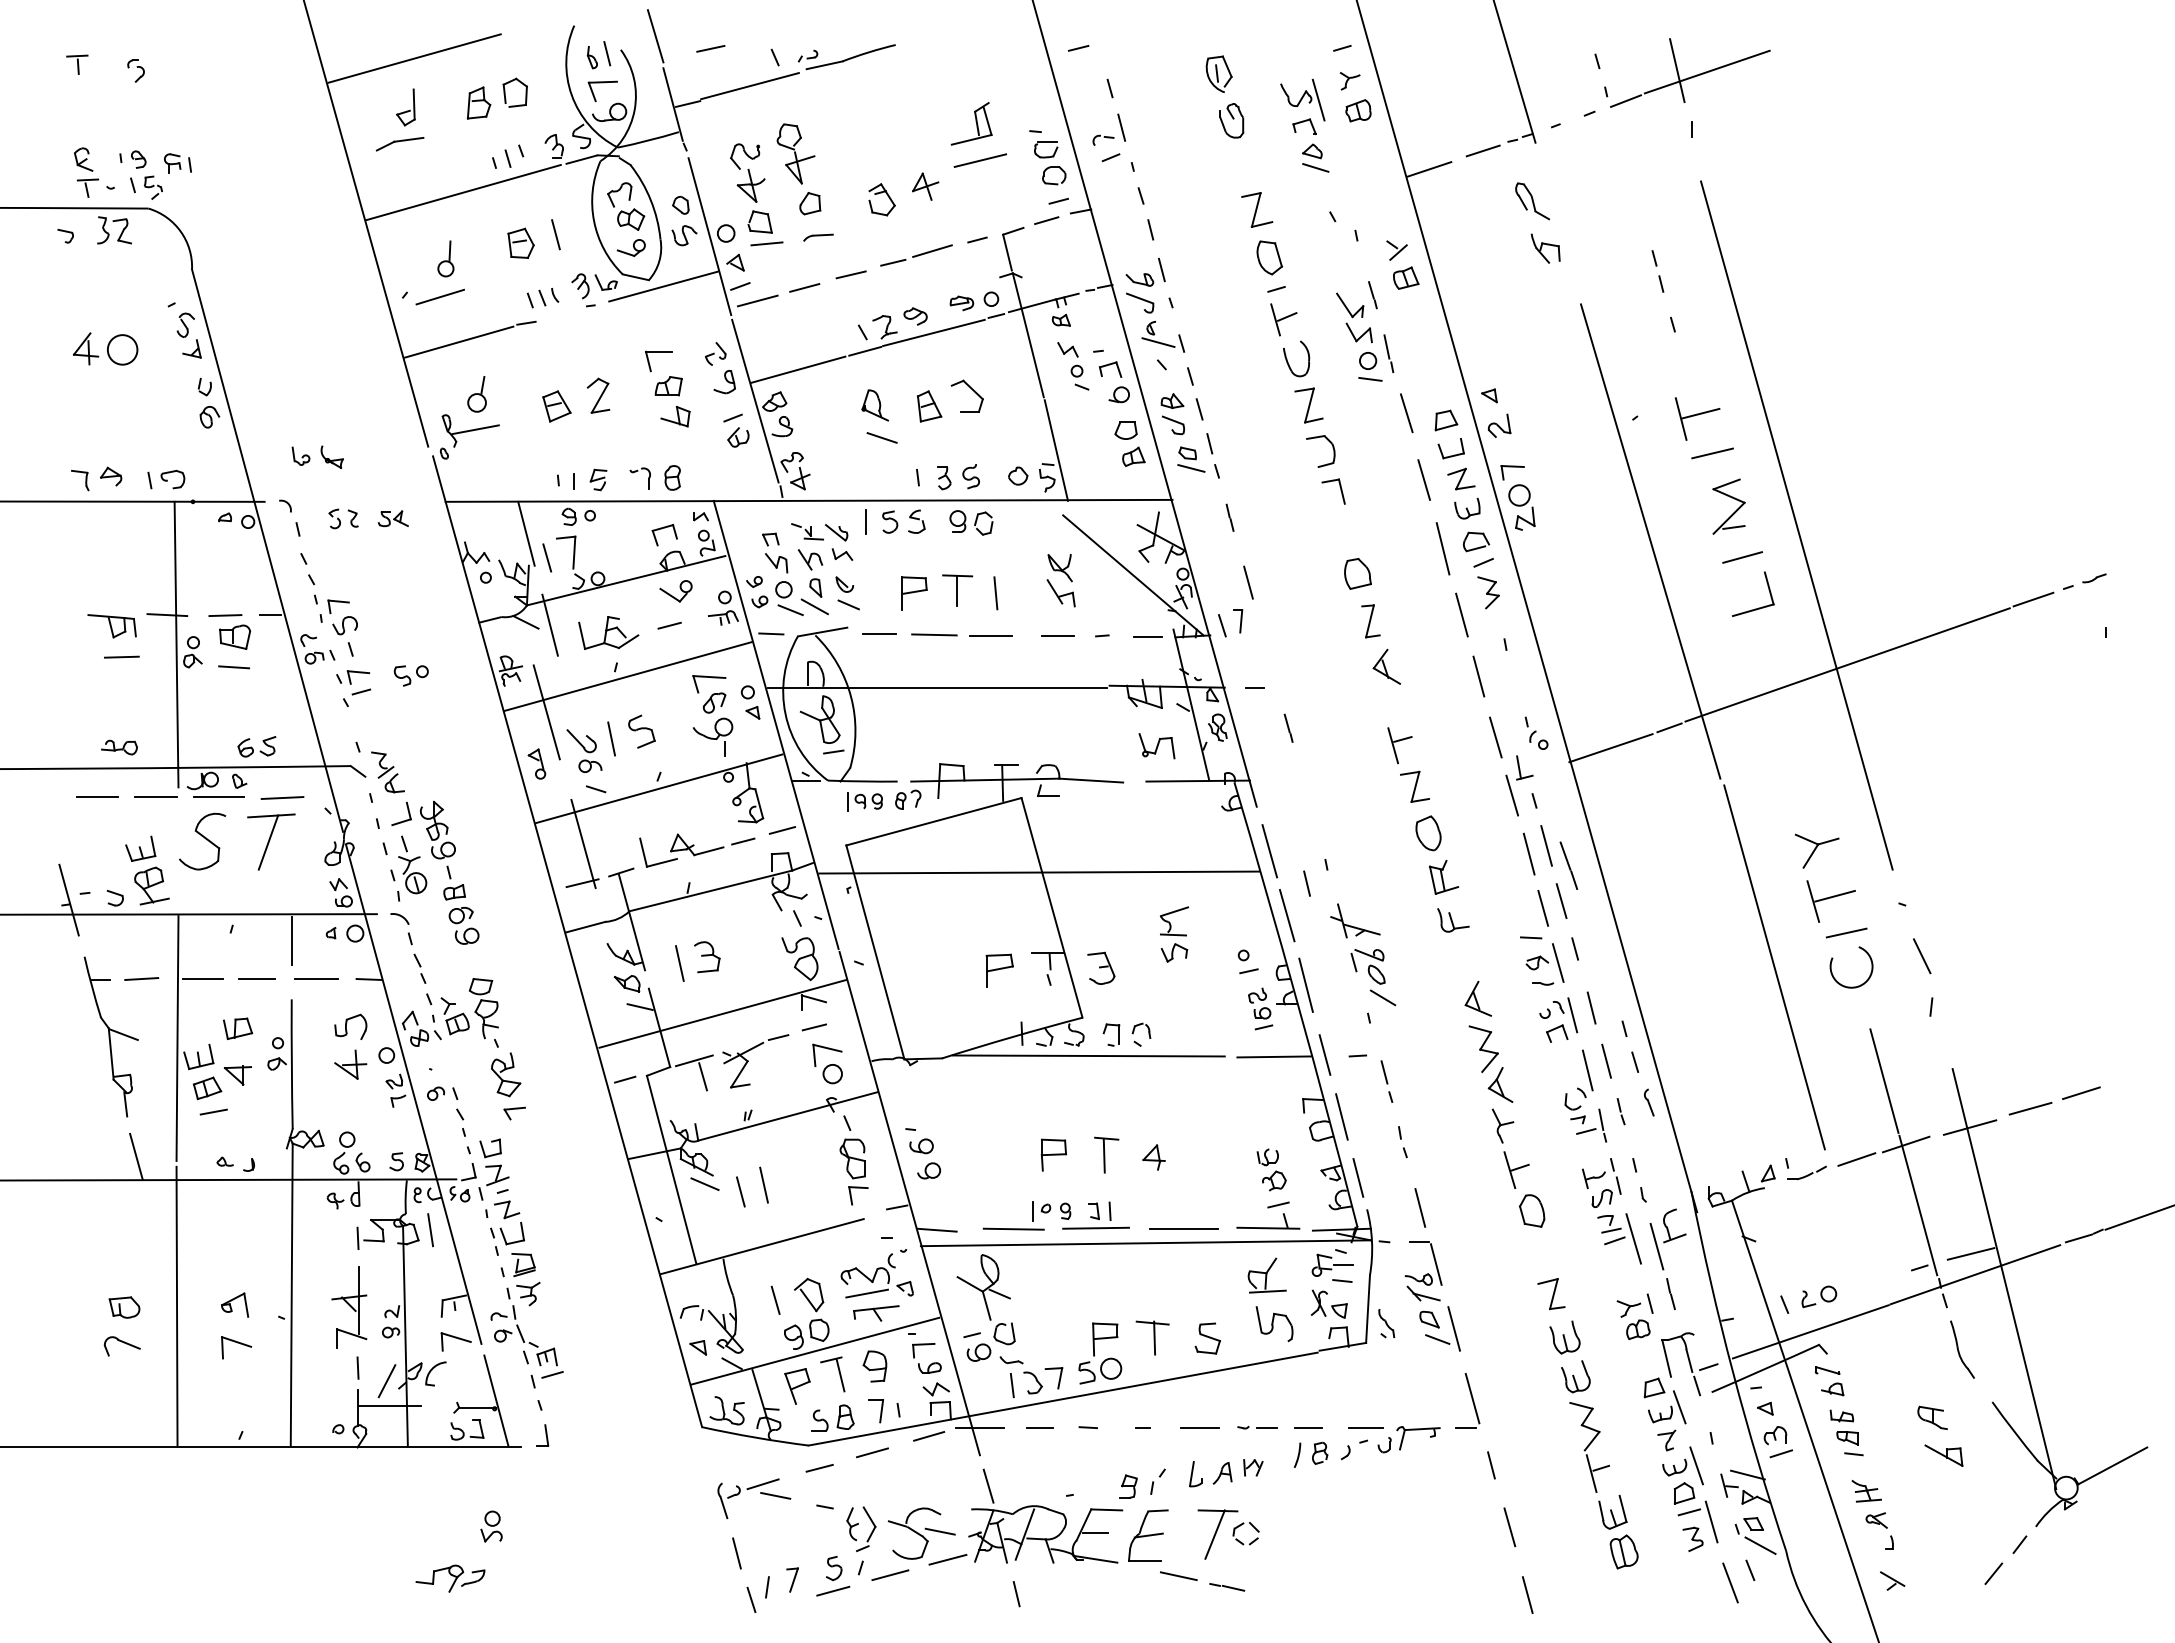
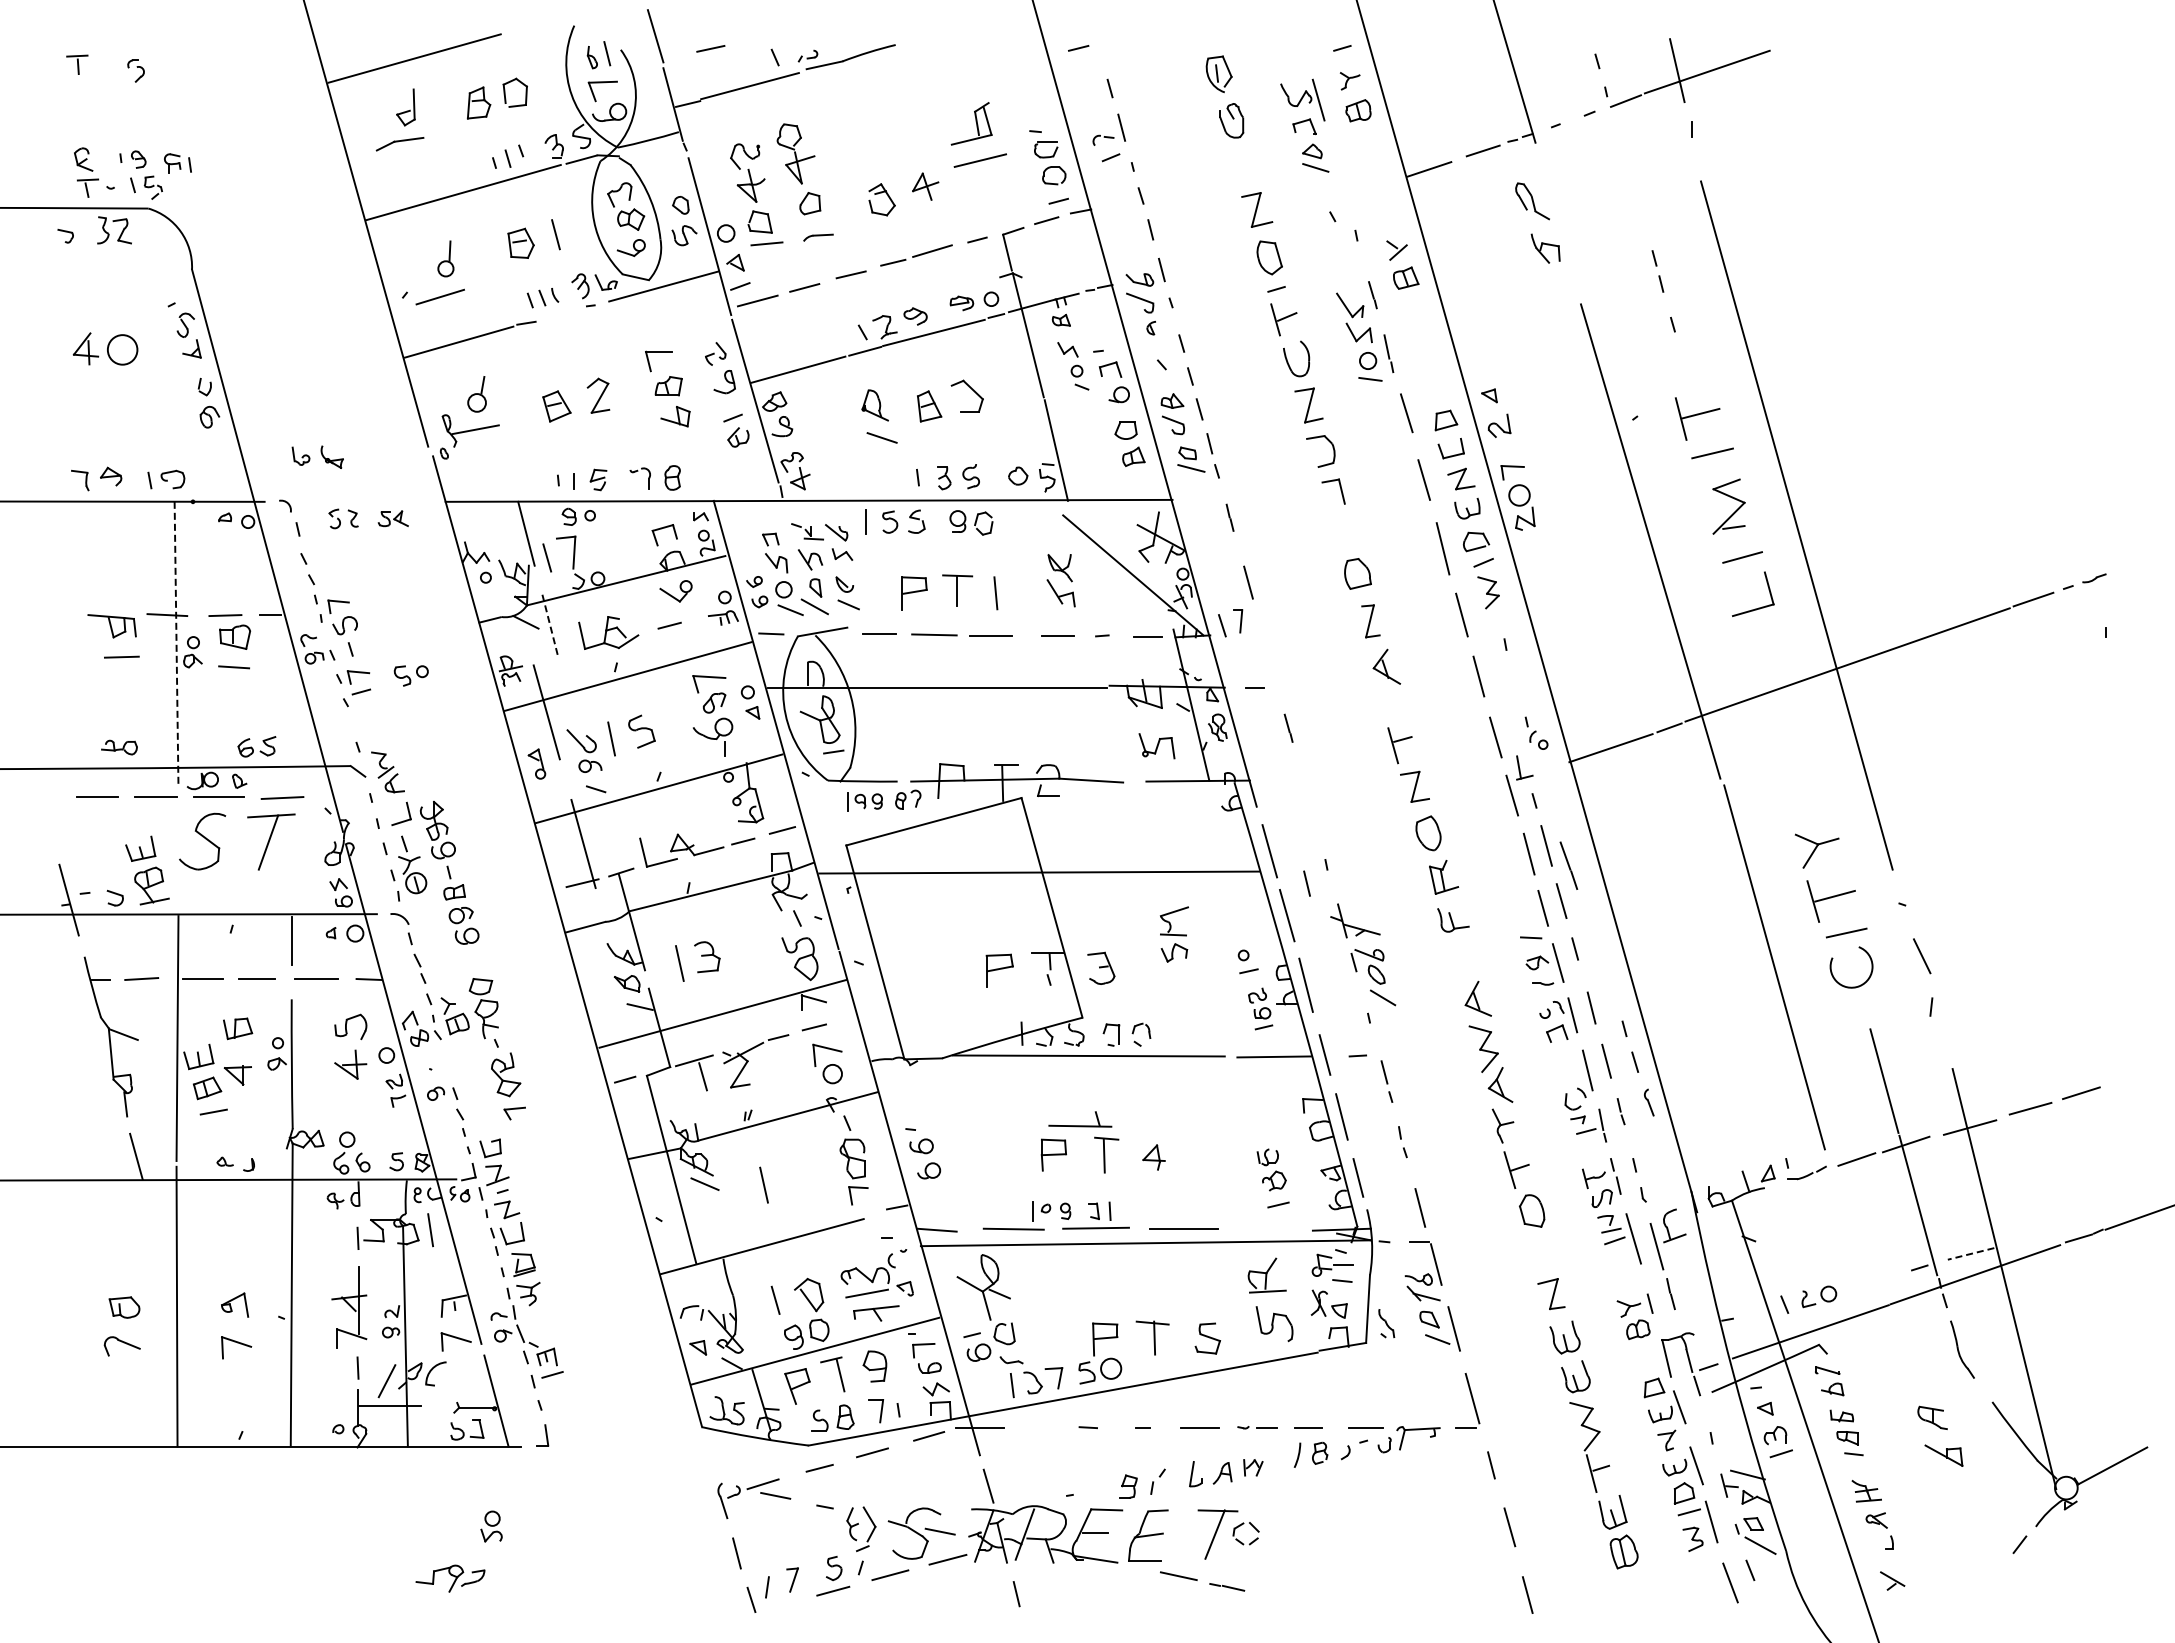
line at (1158, 342): present -> none
line at (550, 625): solid -> dashed
line at (176, 644): solid -> dashed
line at (806, 780): present -> none
line at (740, 1191): present -> none
part at (1268, 1221) position: (1268, 1221) -> (1080, 1119)
line at (1971, 1253): solid -> dashed
line at (1039, 1428): present -> none
line at (1993, 1573): present -> none
